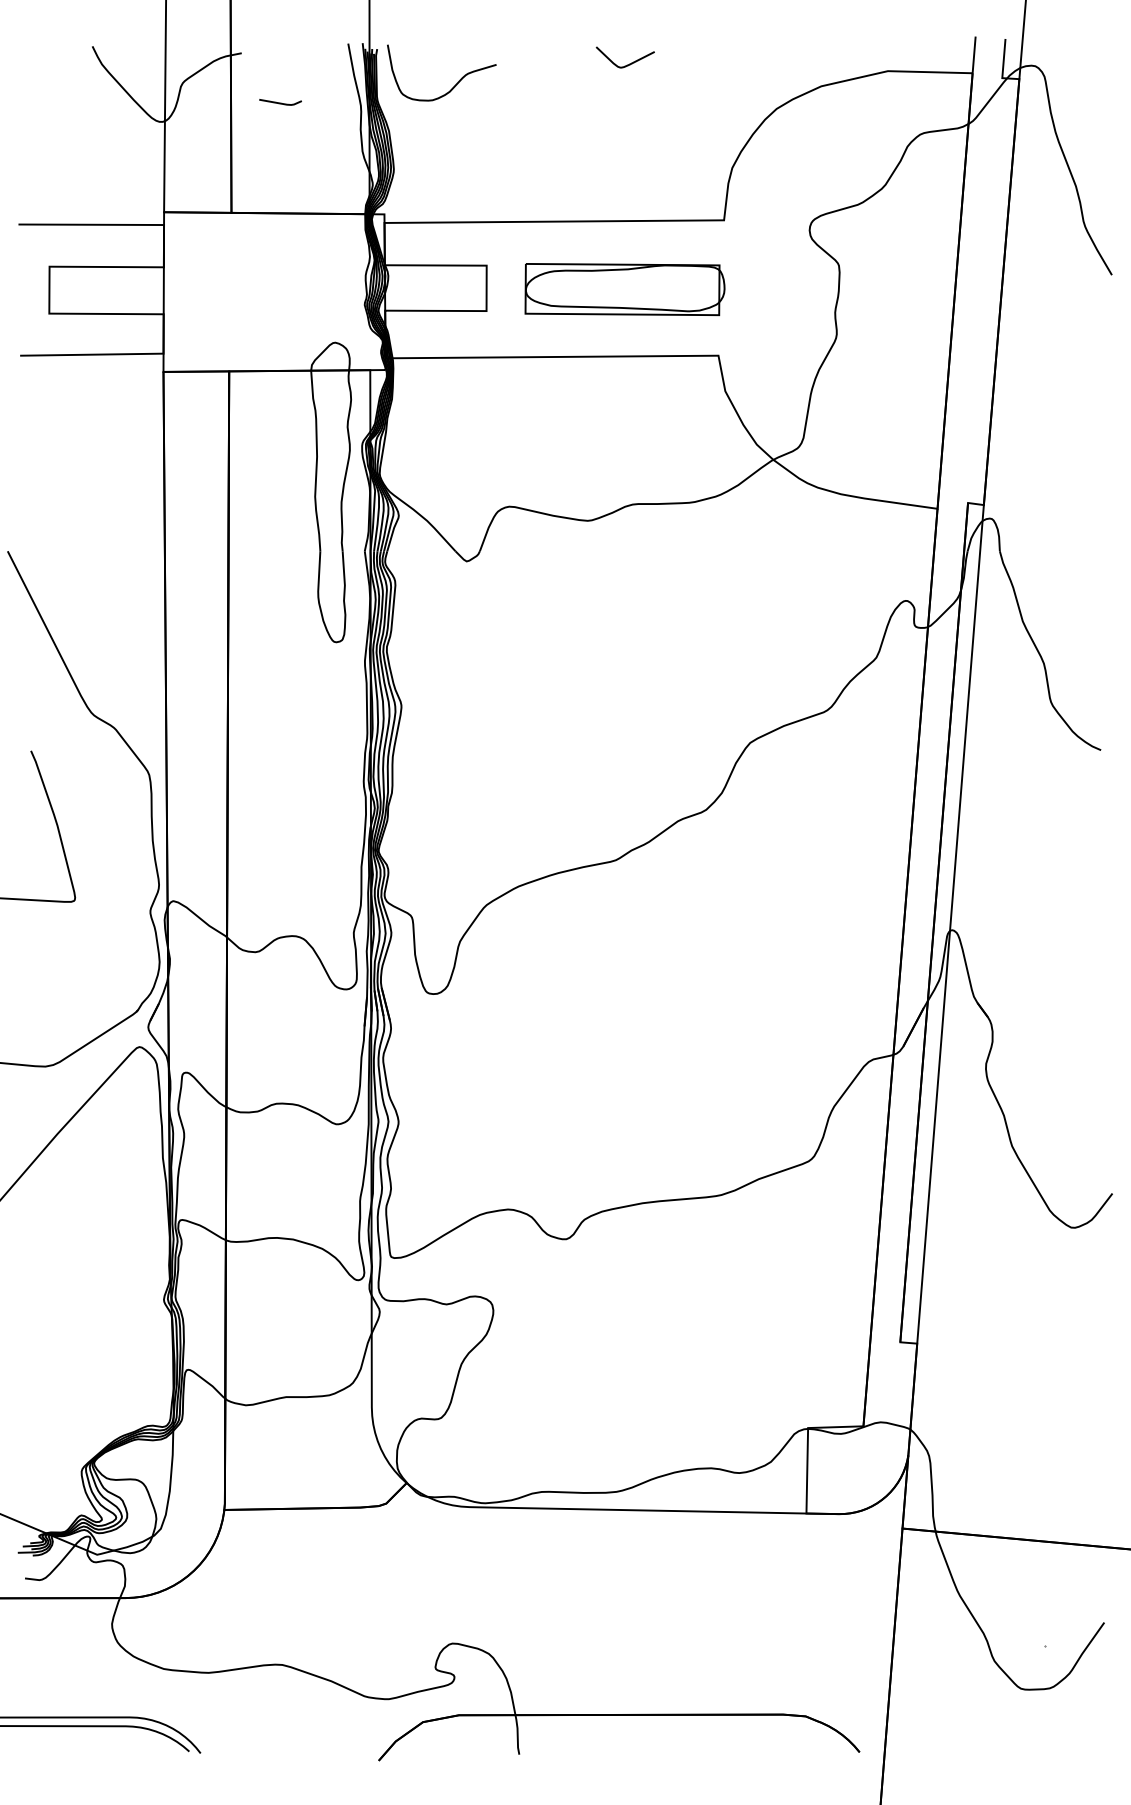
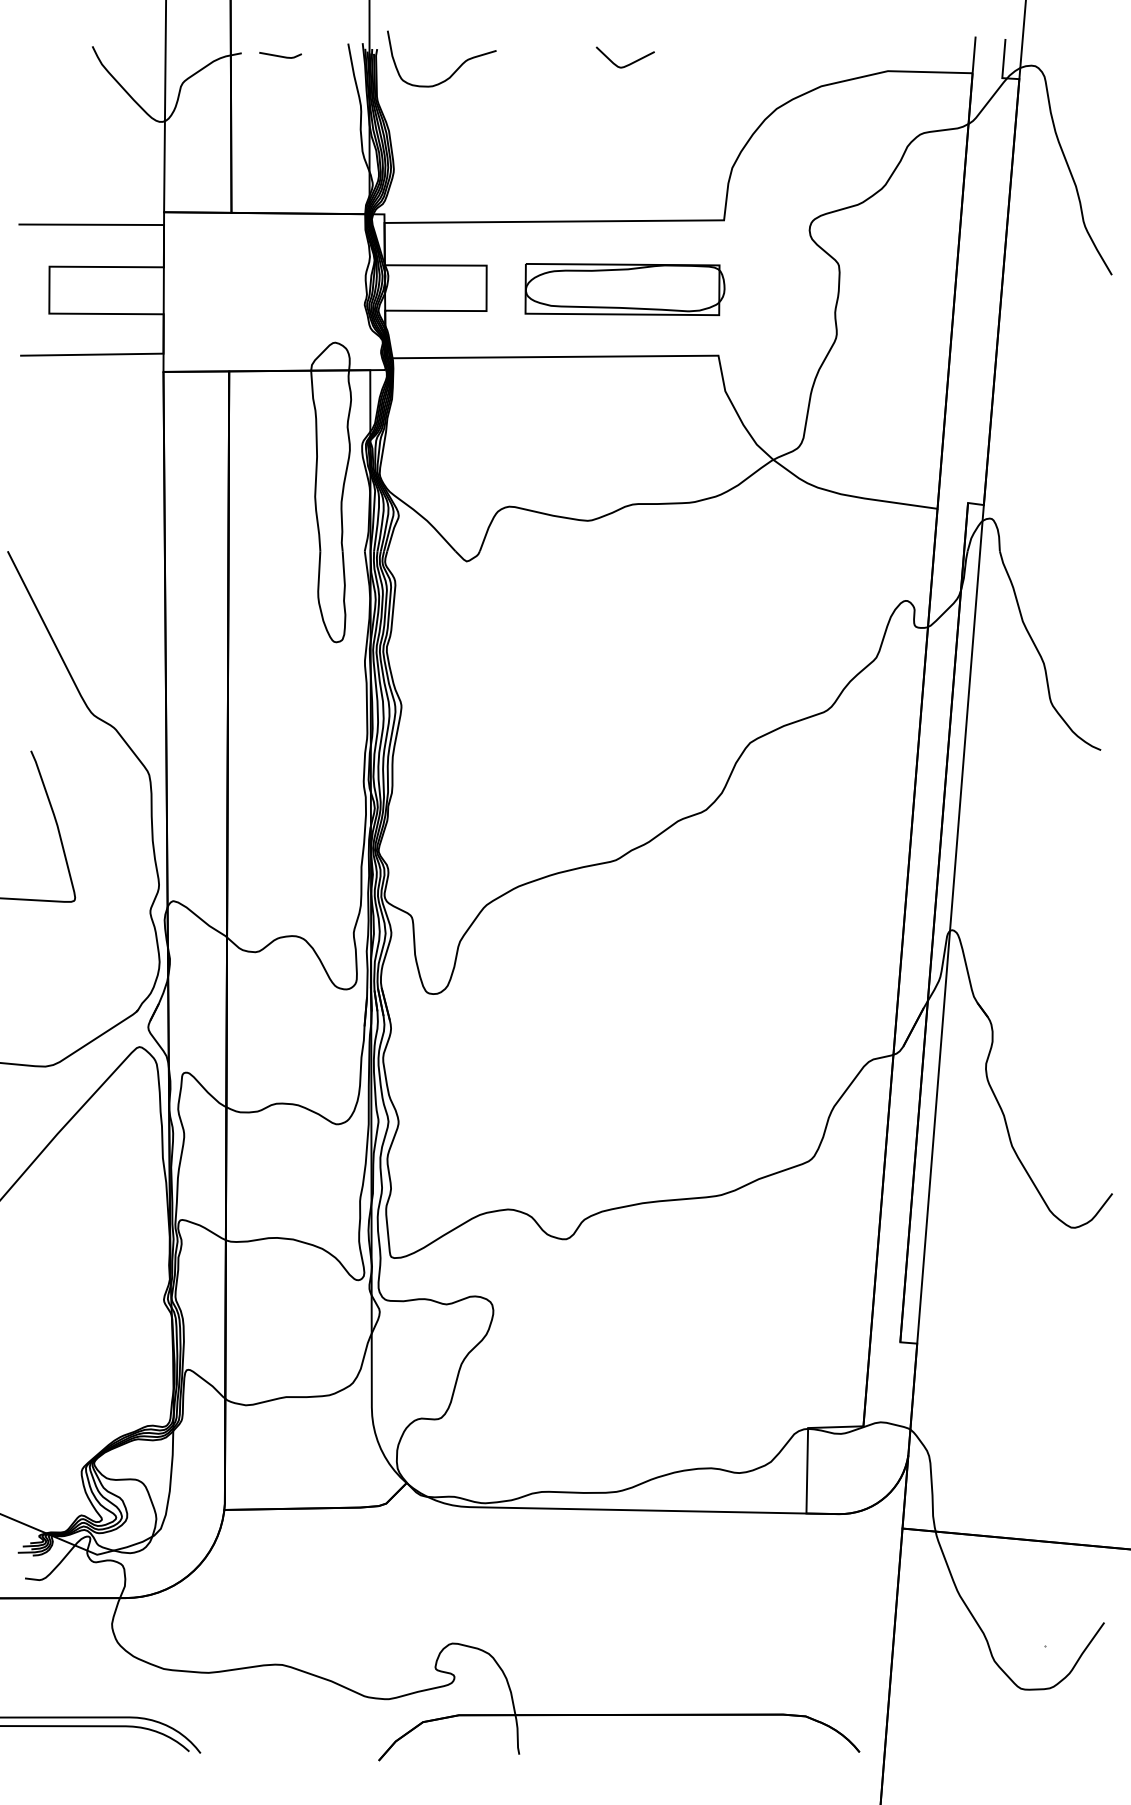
curve at (454, 85) position: (454, 85) -> (454, 71)
line at (280, 102) position: (280, 102) -> (280, 55)
